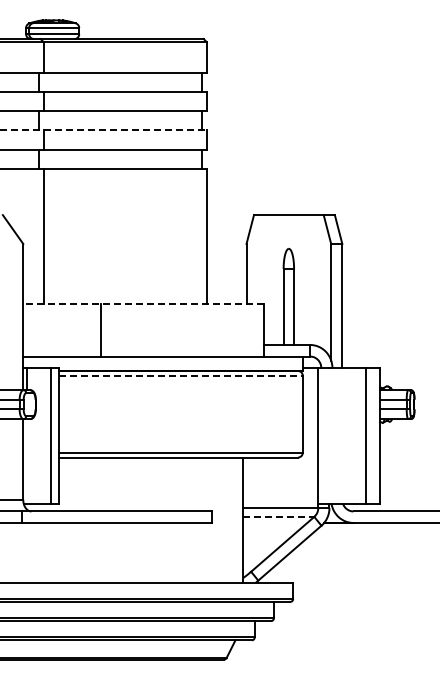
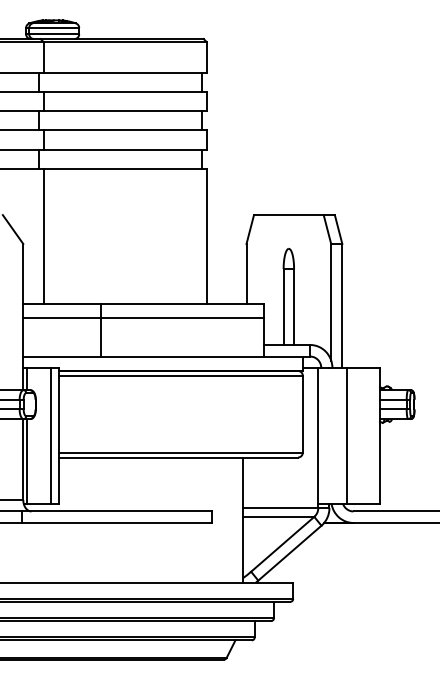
line at (103, 130): dashed -> solid
line at (143, 303): dashed -> solid
line at (143, 318): none -> present
line at (181, 375): dashed -> solid
line at (365, 435) position: (365, 435) -> (346, 435)
line at (26, 461): none -> present
line at (278, 516): dashed -> solid
